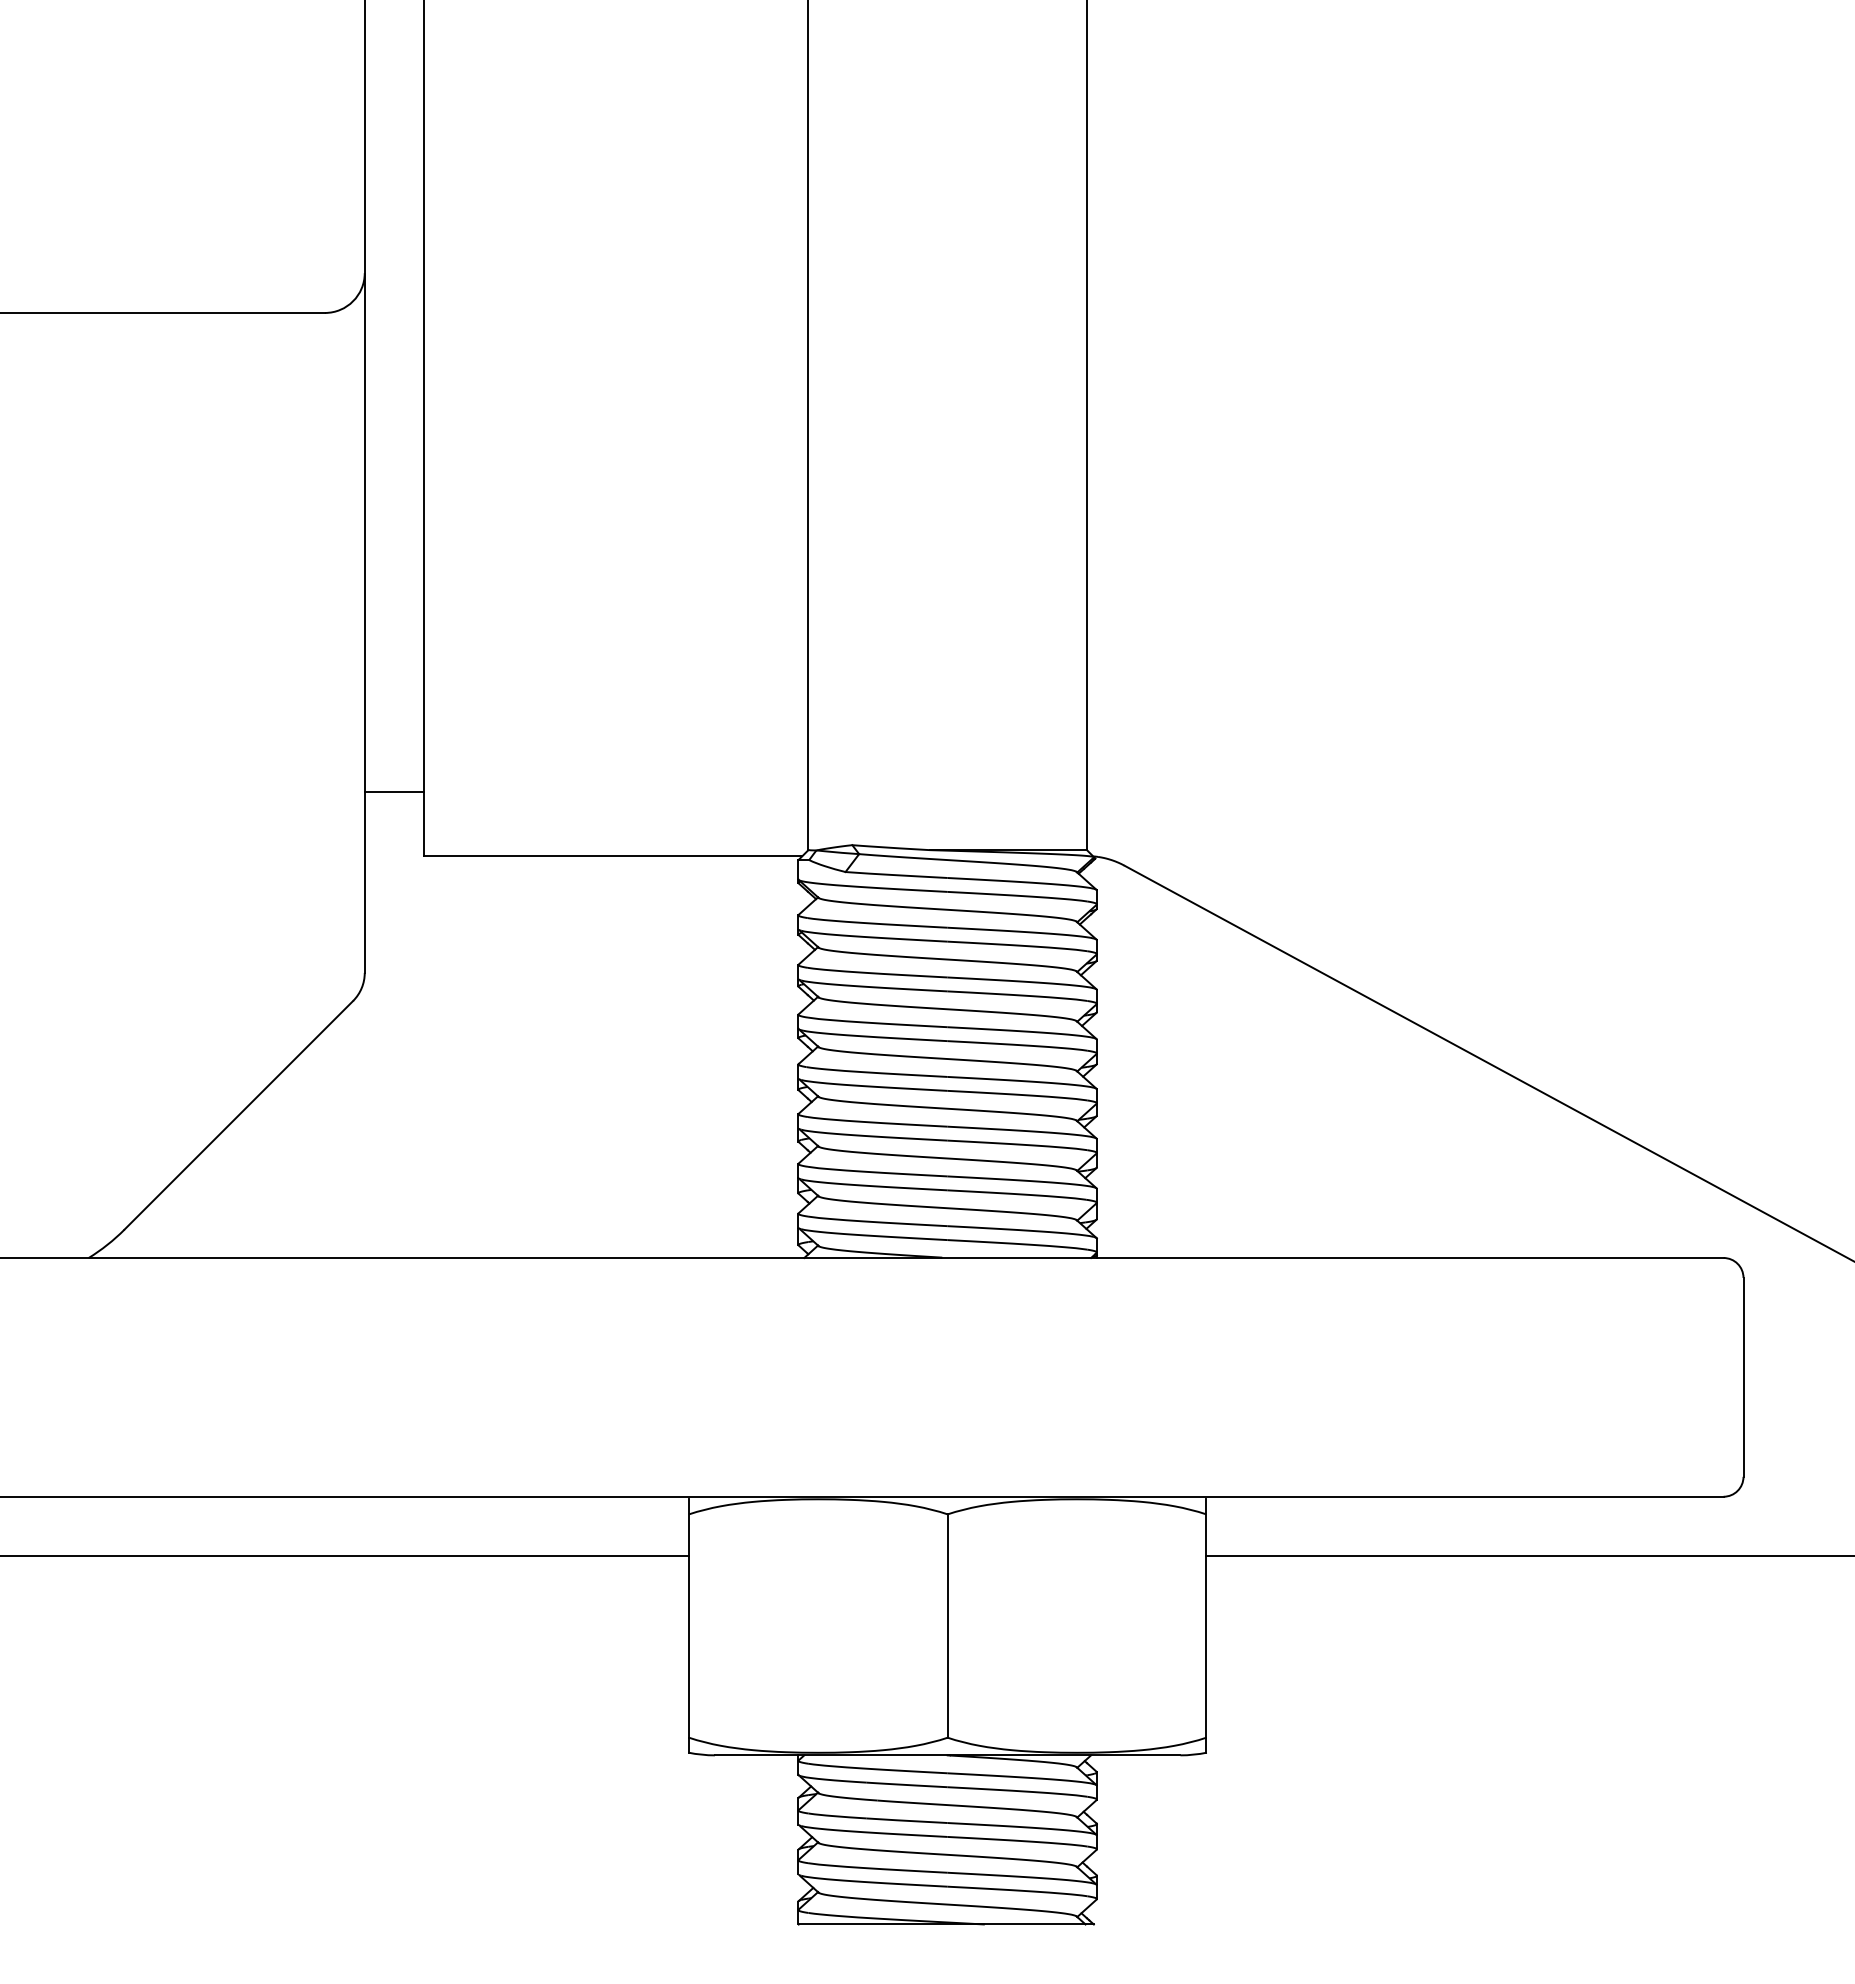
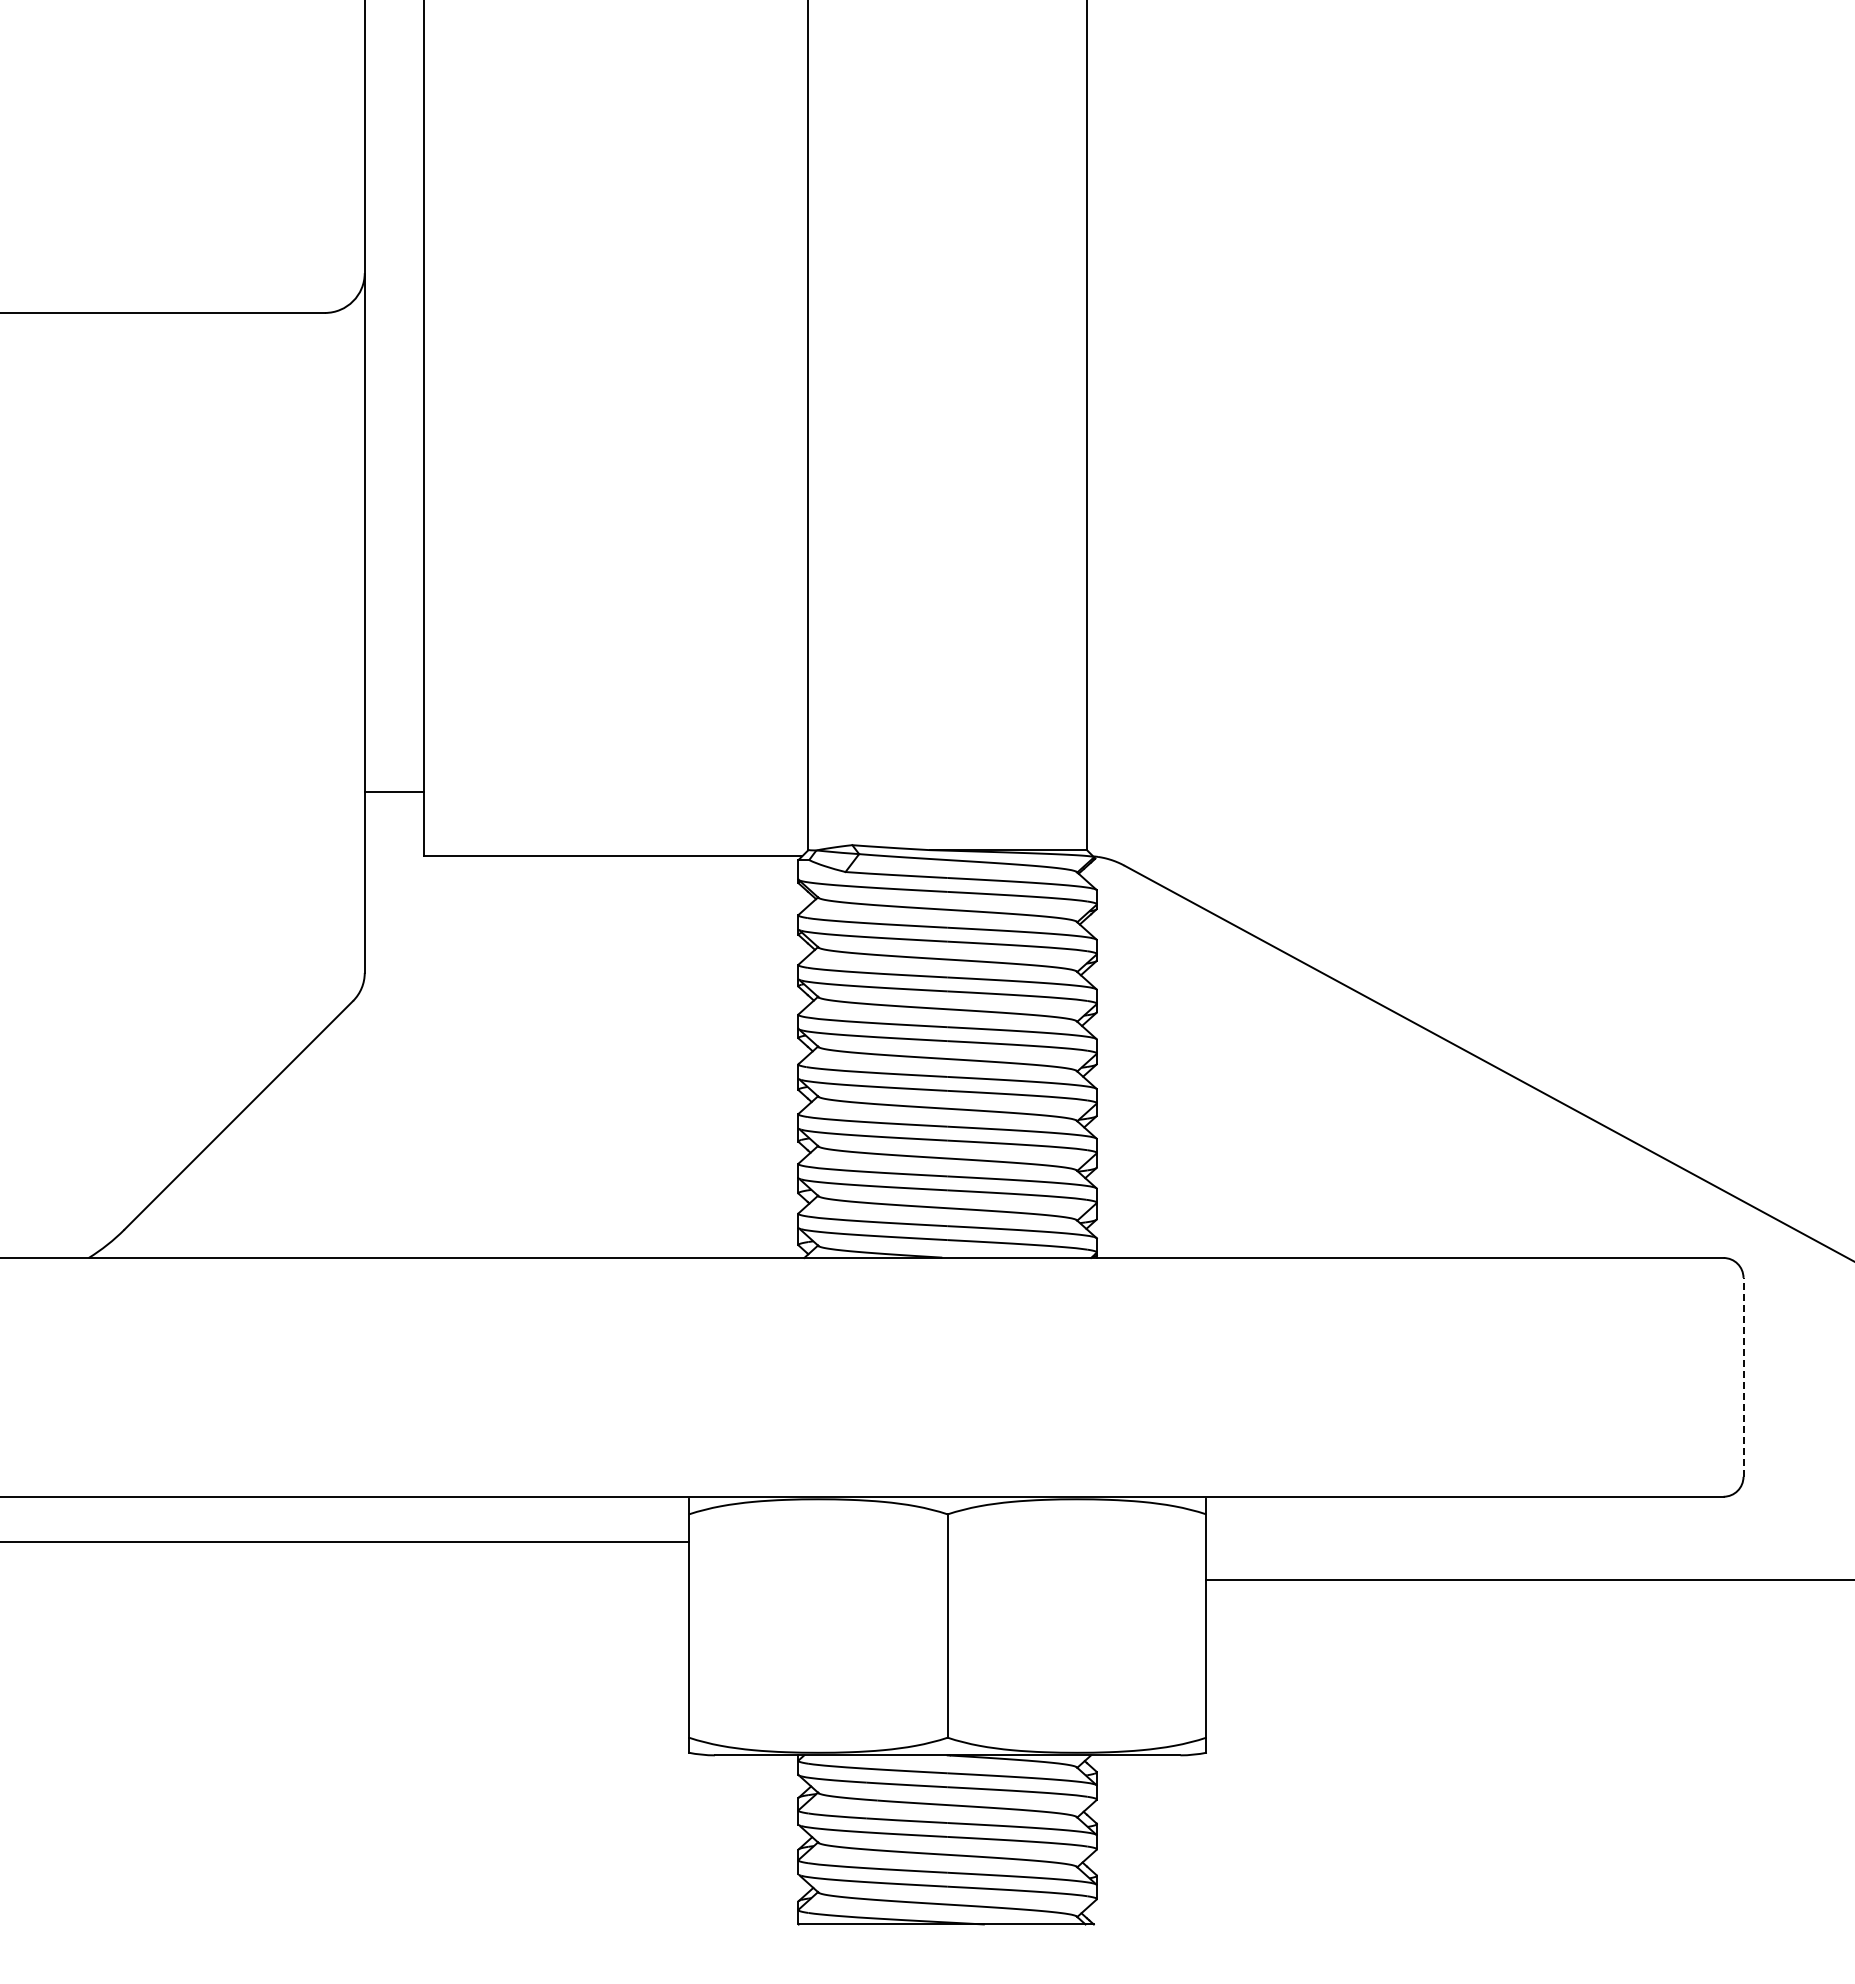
line at (1743, 1376): solid -> dashed
line at (345, 1556) position: (345, 1556) -> (345, 1542)
line at (1528, 1556) position: (1528, 1556) -> (1528, 1580)
